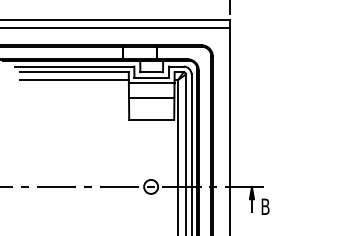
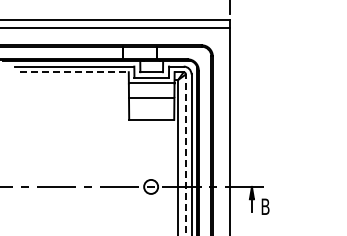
line at (75, 72): solid -> dashed
line at (74, 80): present -> none
line at (185, 154): solid -> dashed
